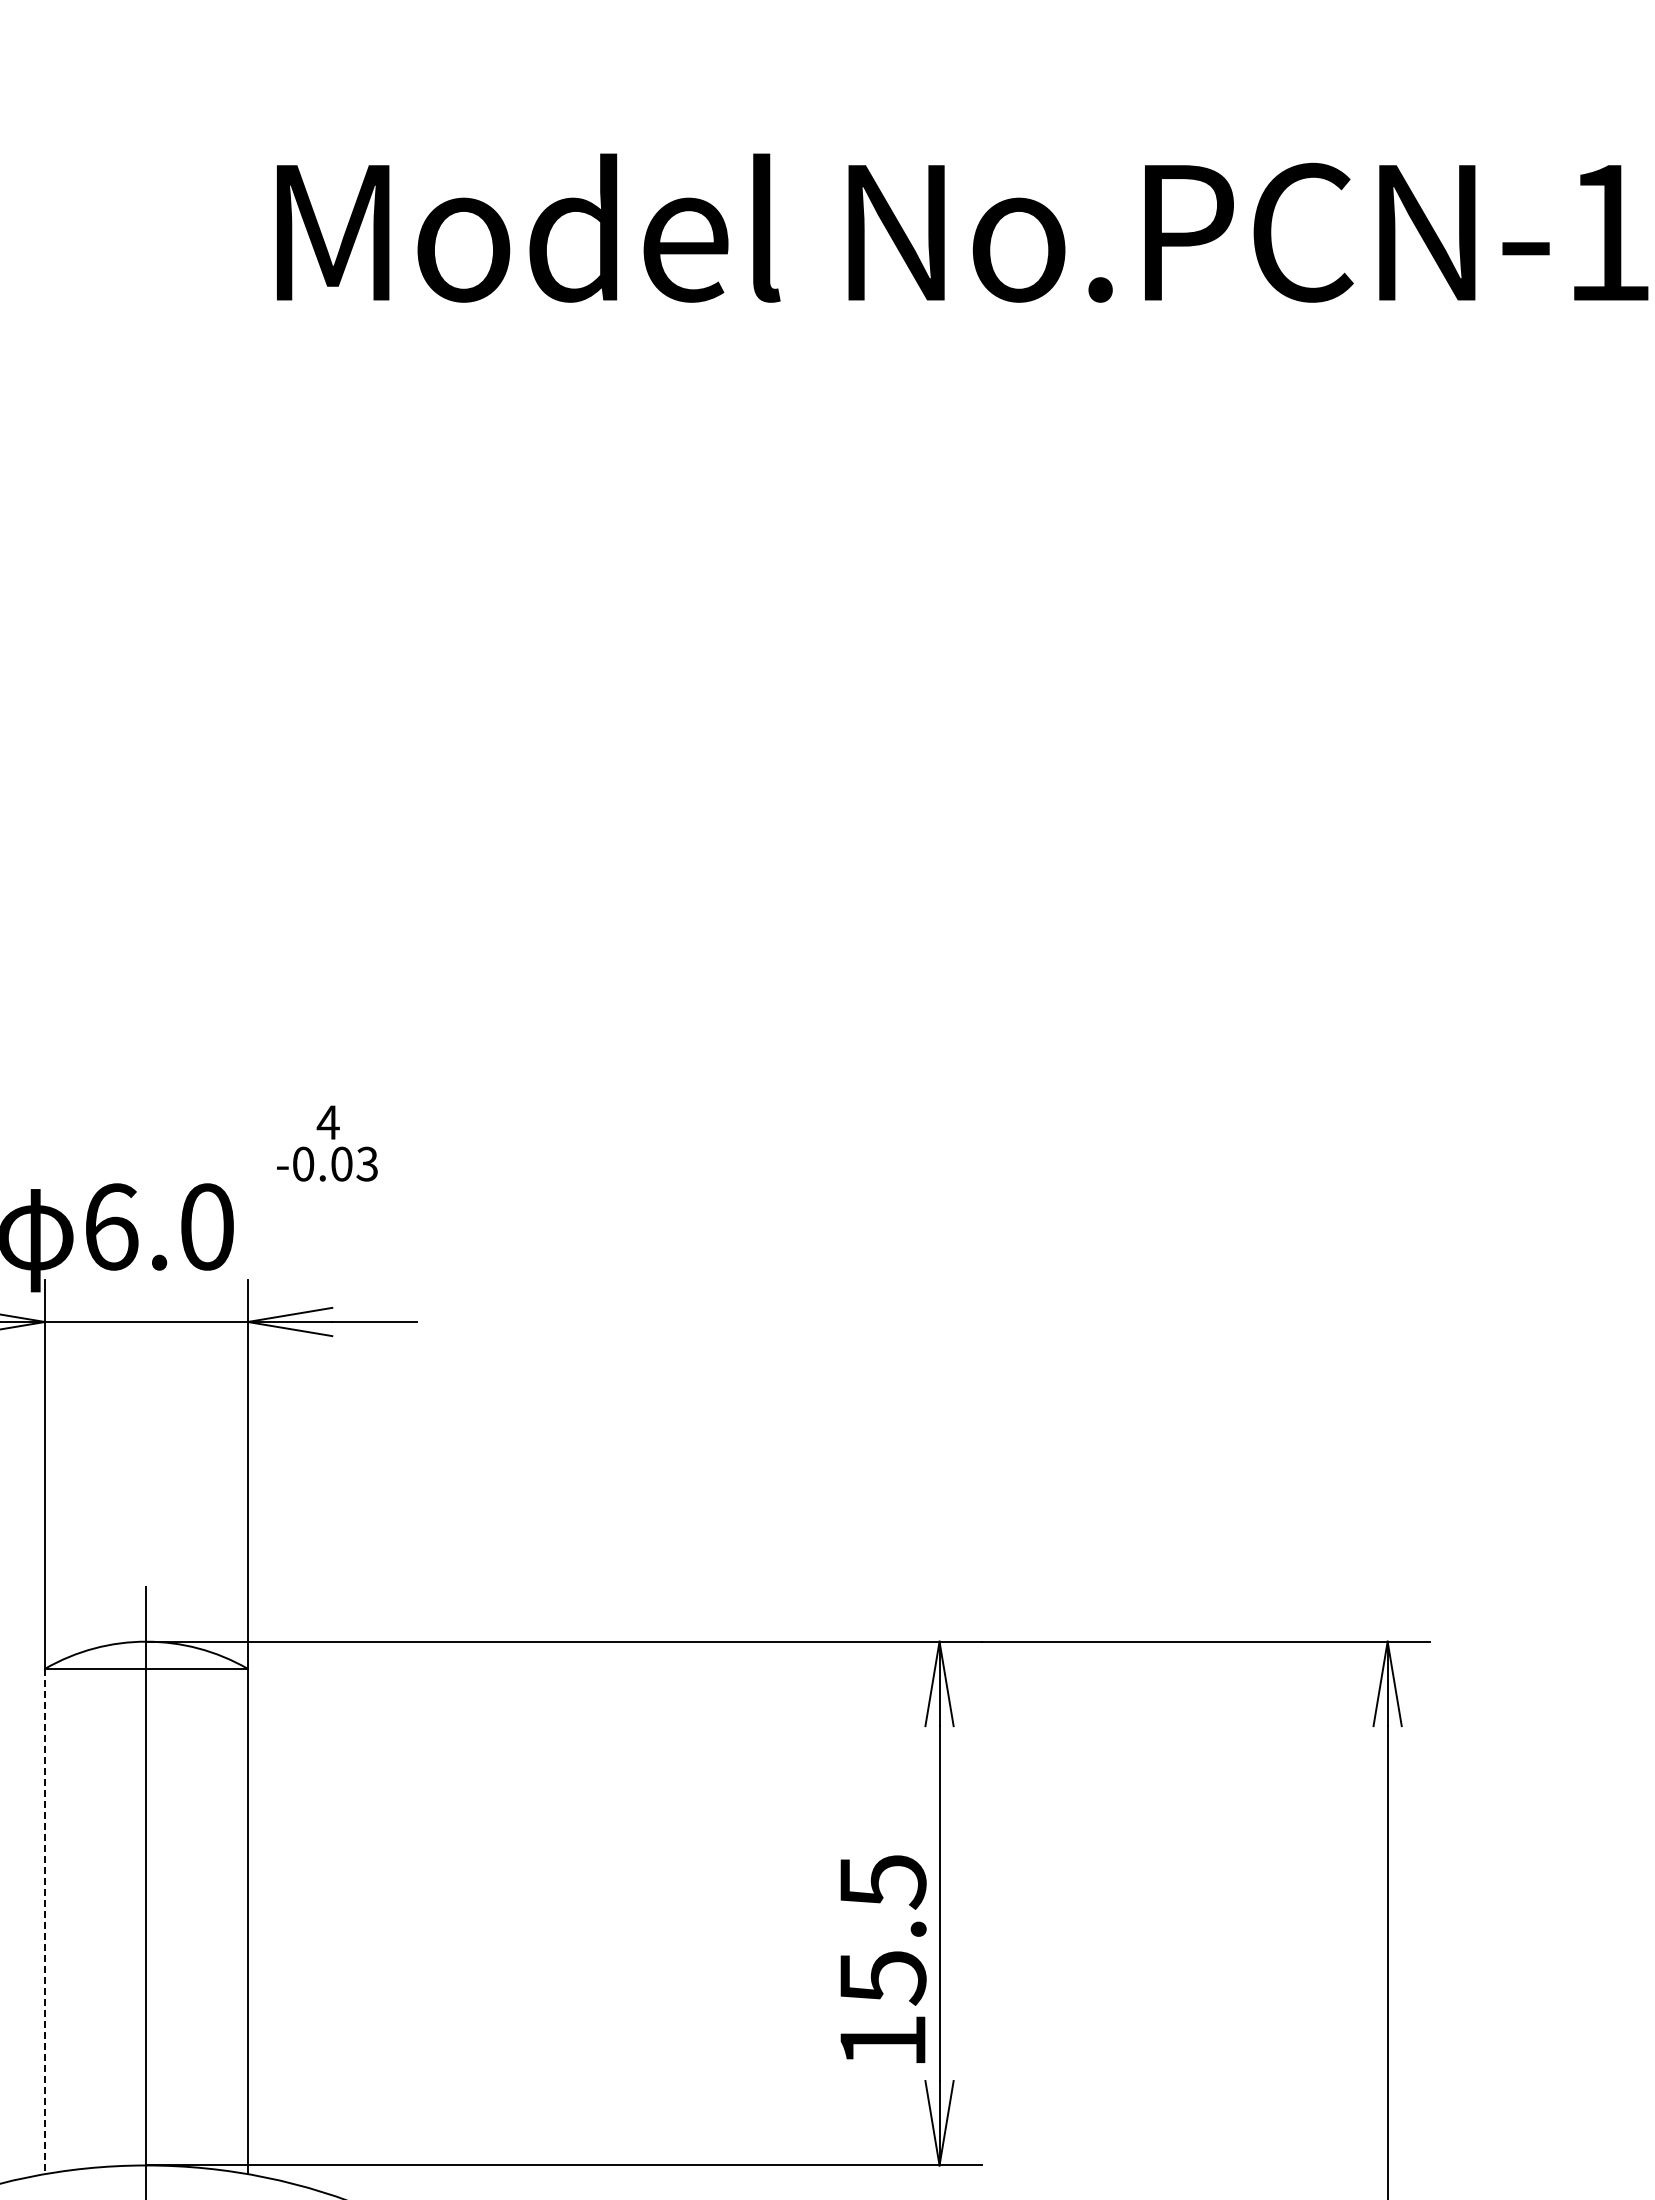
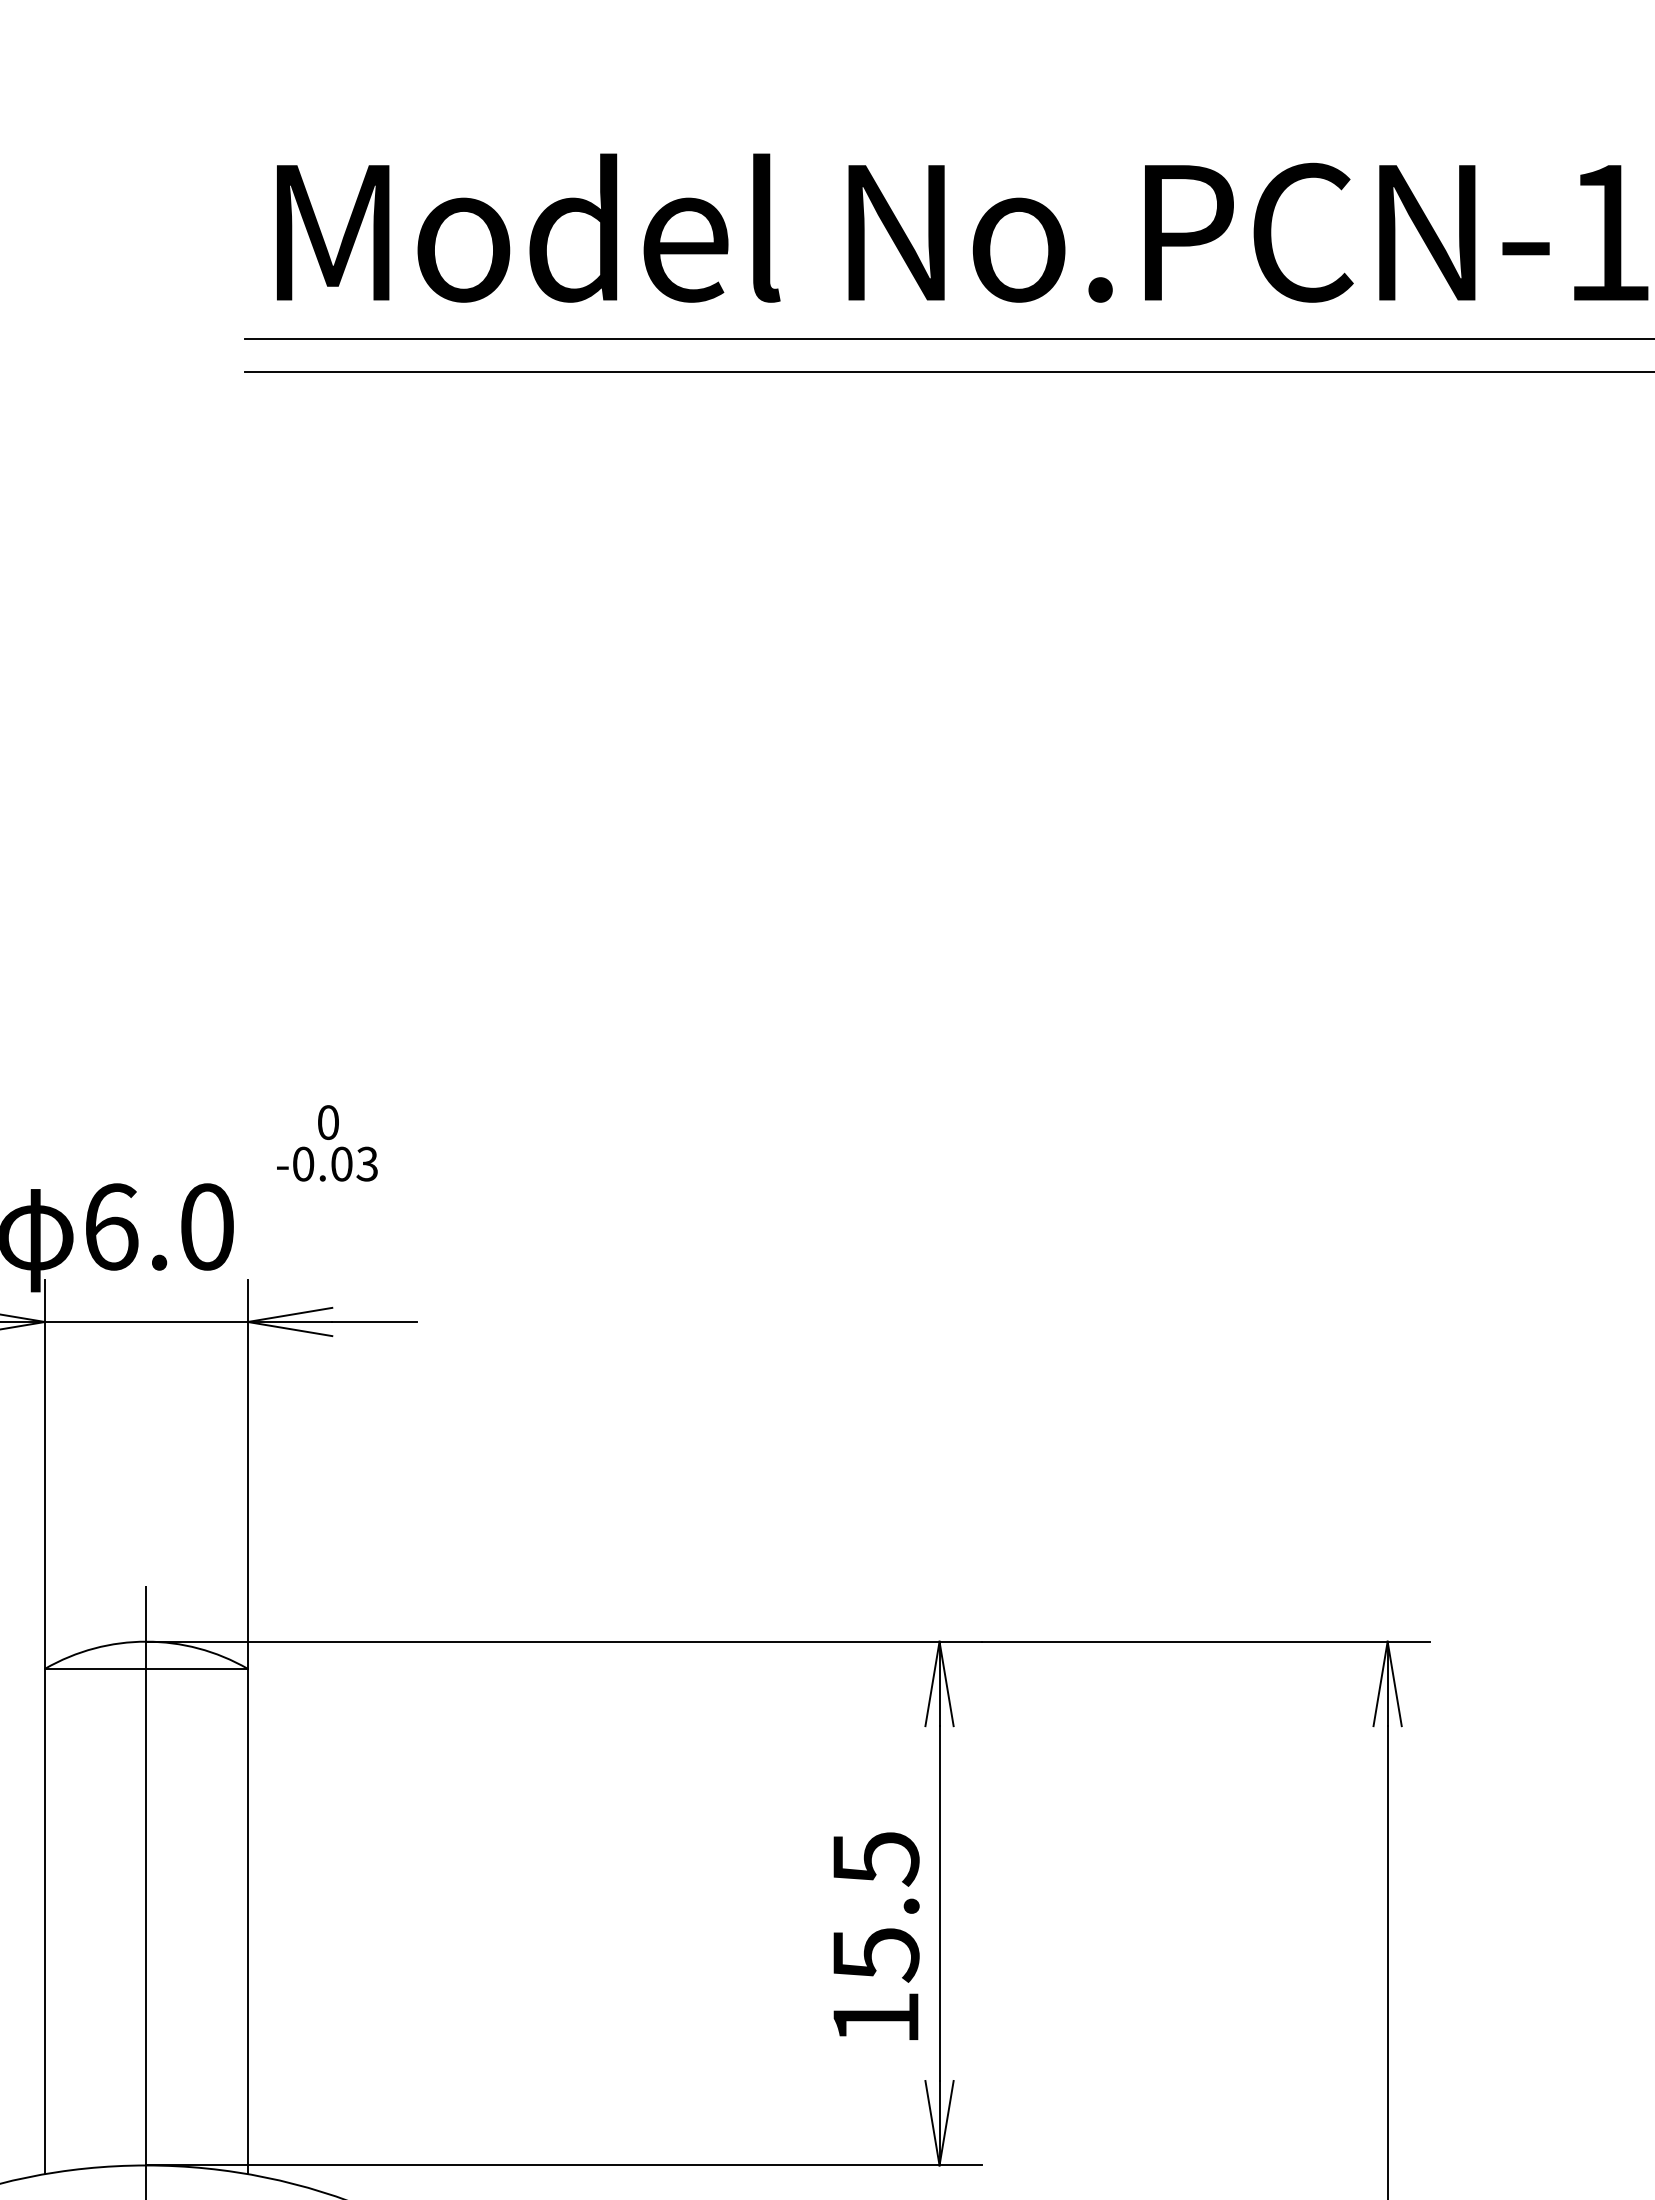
line at (948, 338): none -> present
line at (948, 372): none -> present
text at (327, 1122): 4 -> 0
line at (45, 1921): dashed -> solid
text at (883, 1958) position: (883, 1958) -> (876, 1935)
